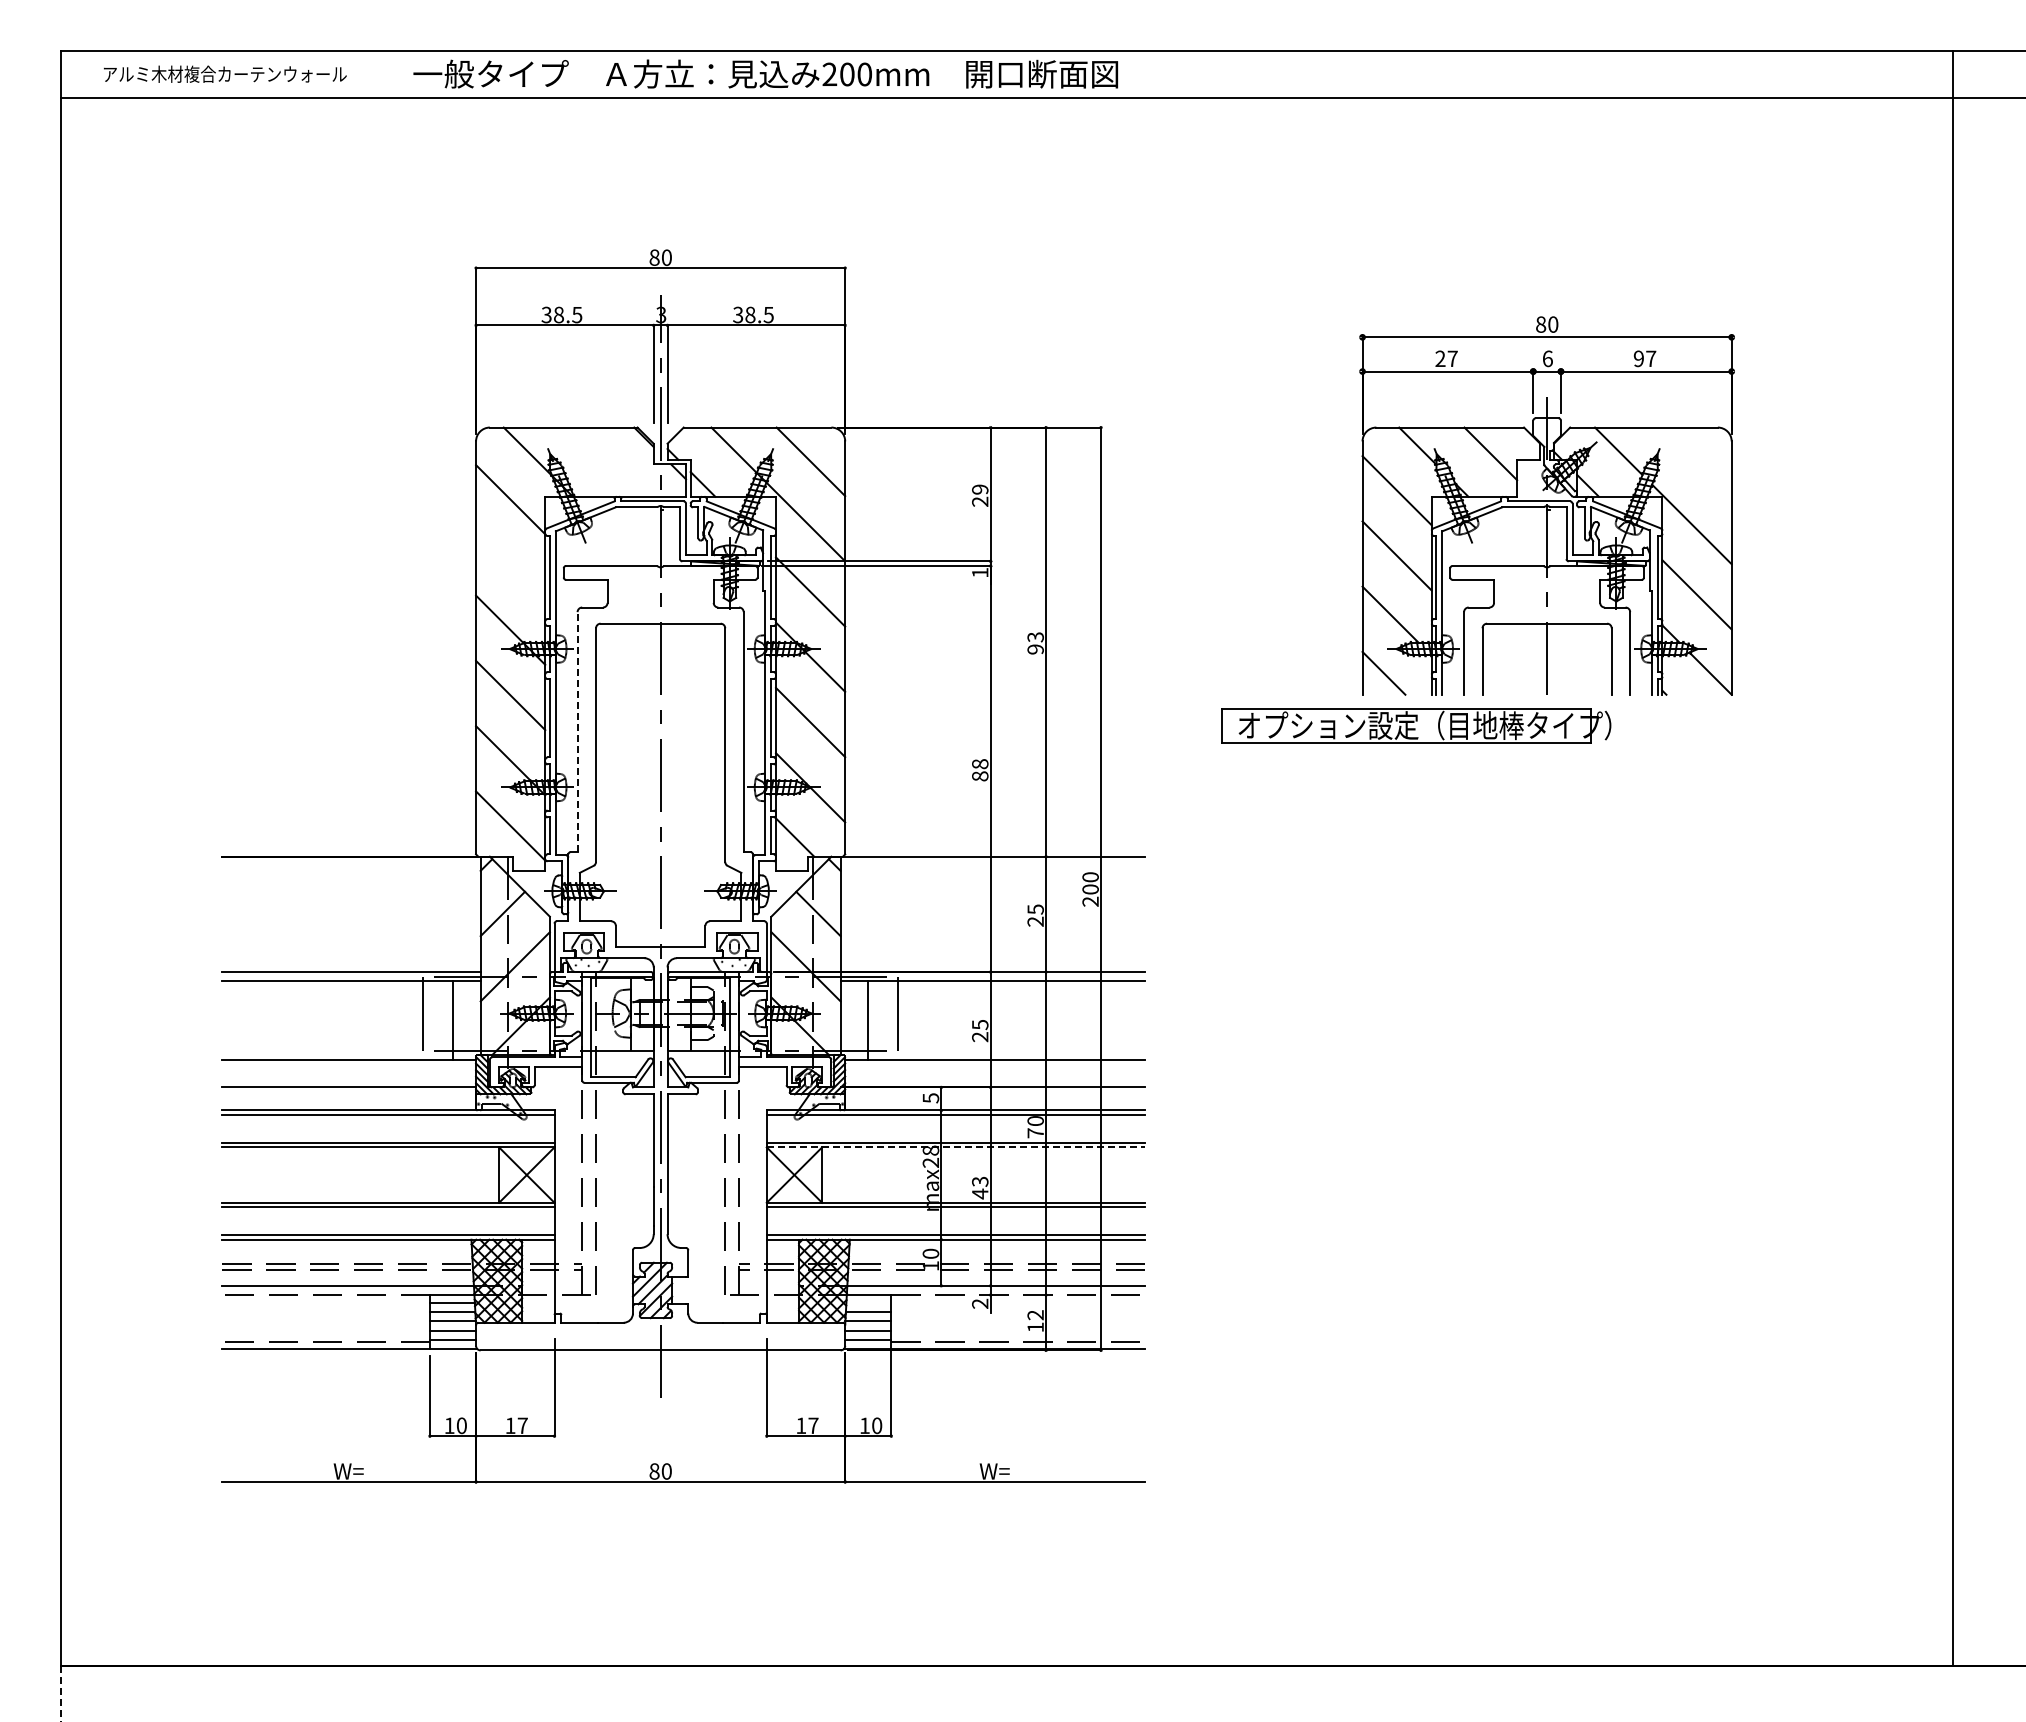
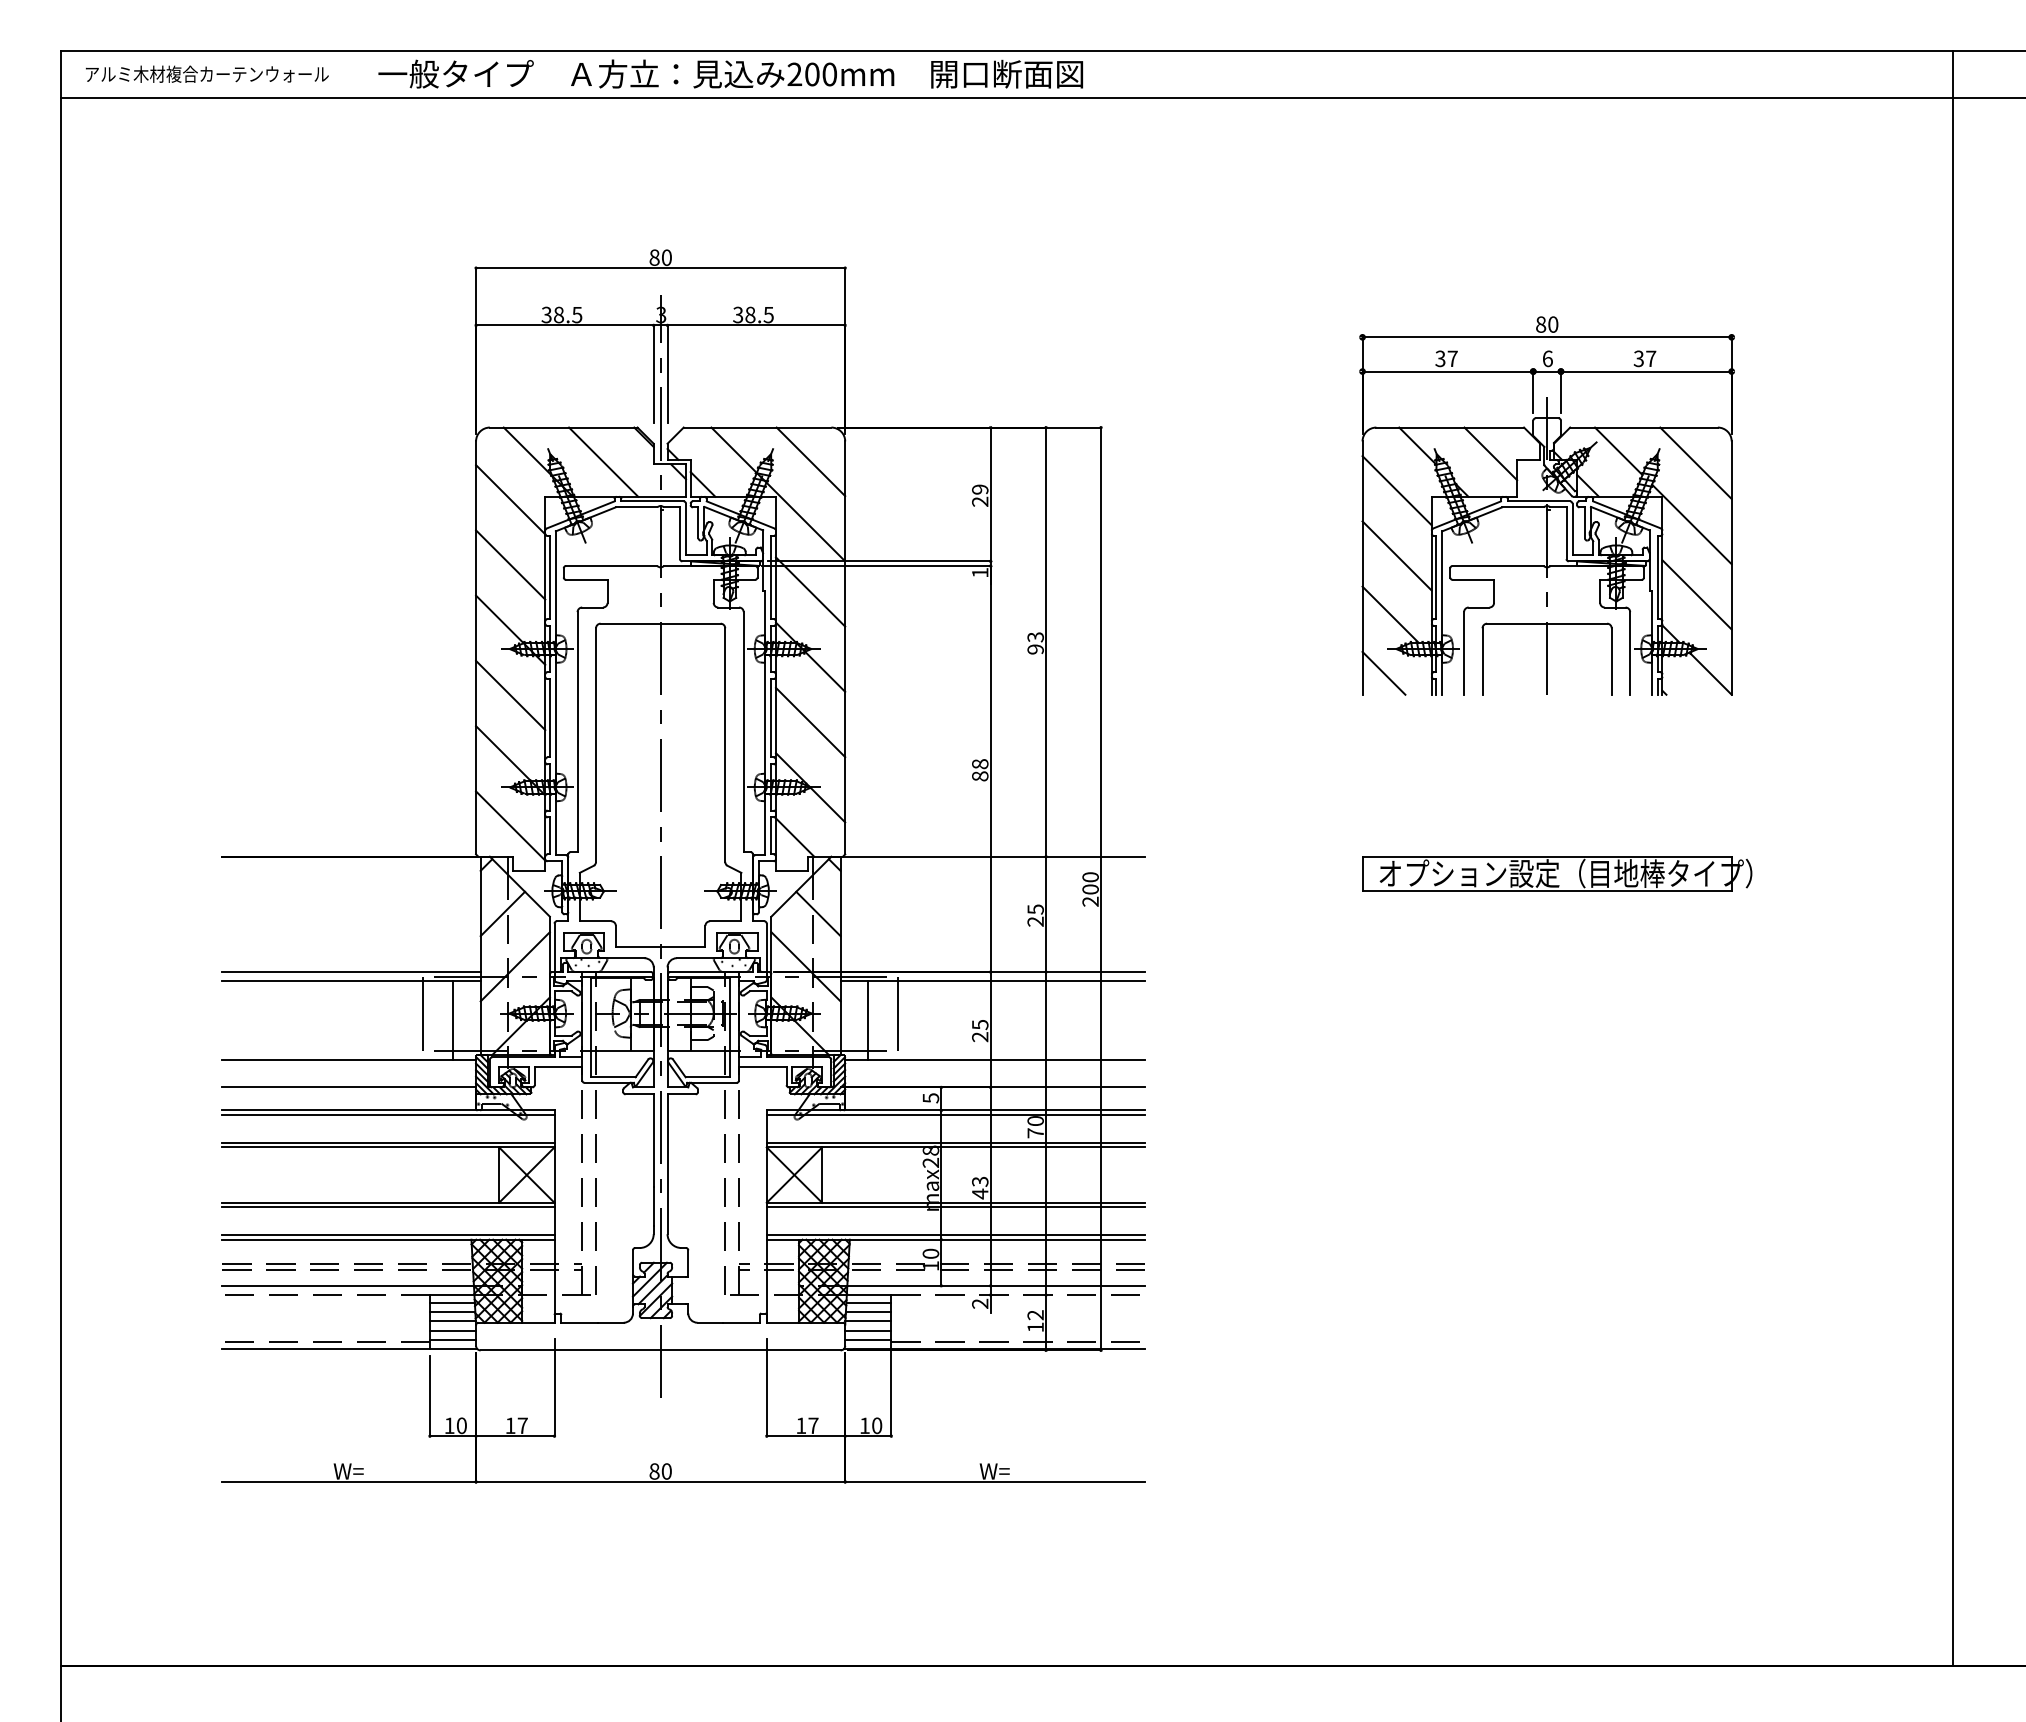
text at (225, 73) position: (225, 73) -> (207, 73)
text at (765, 73) position: (765, 73) -> (730, 73)
text at (1638, 358): 97 -> 37
text at (1440, 359): 27 -> 37
line at (603, 461): none -> present
line at (1695, 463): none -> present
line at (510, 564): none -> present
part at (1416, 725) position: (1416, 725) -> (1557, 873)
line at (577, 732): dashed -> solid
line at (956, 1147): dashed -> solid
line at (868, 1302): none -> present
line at (60, 1694): dashed -> solid
